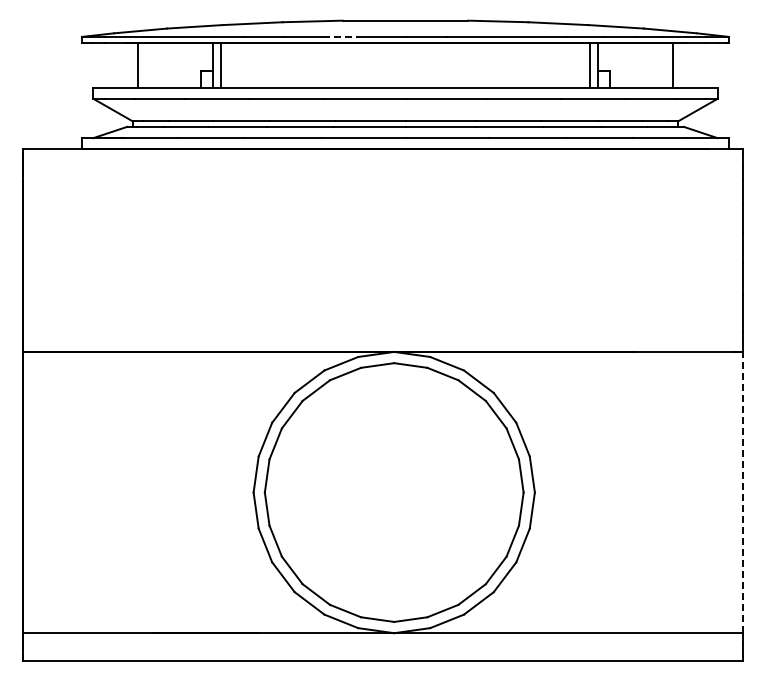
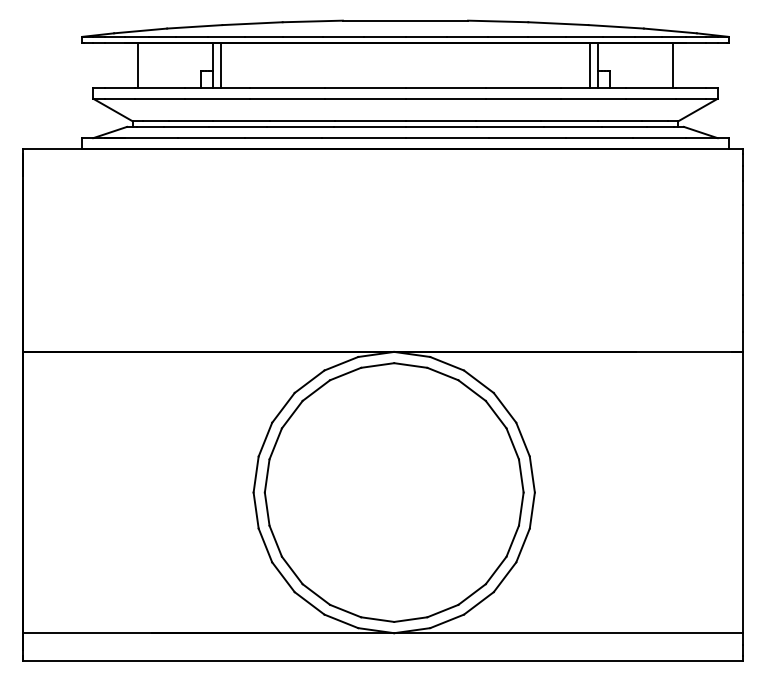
line at (343, 36): dashed -> solid
line at (743, 492): dashed -> solid
